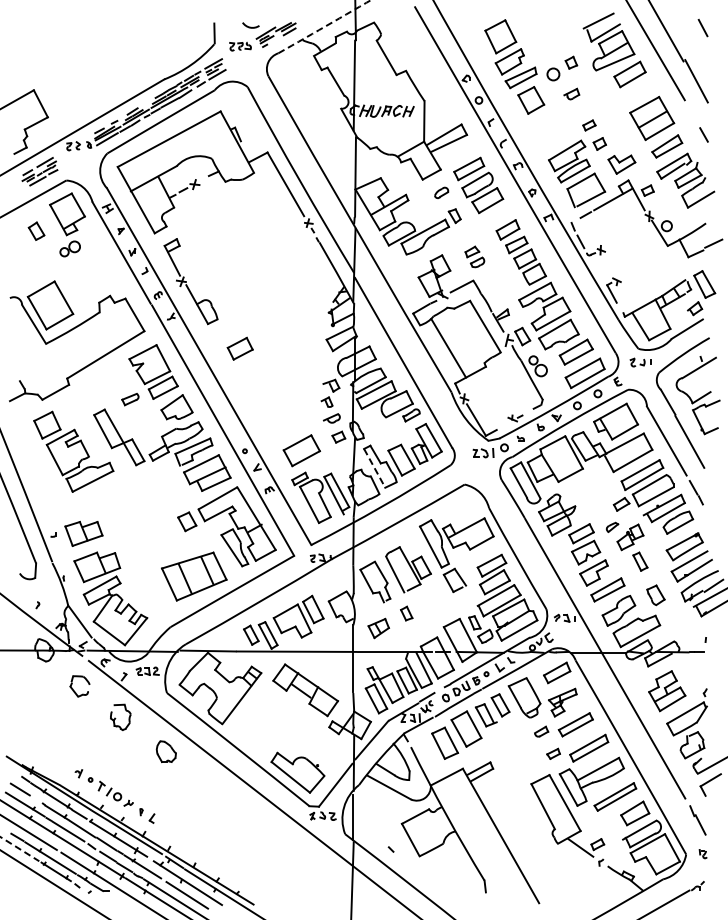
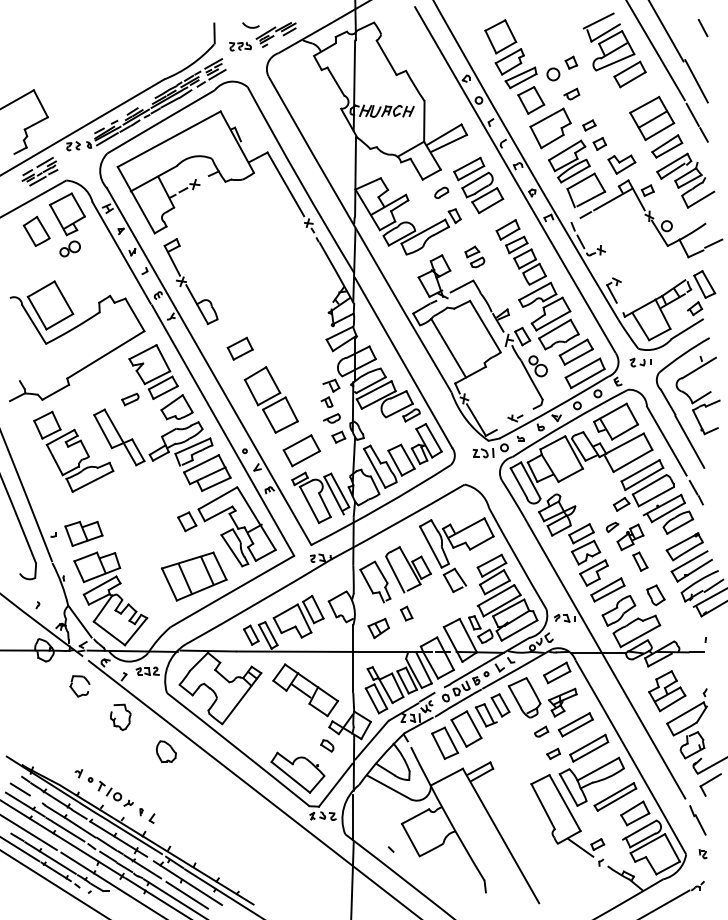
arc at (324, 26): dashed -> solid
line at (692, 114): none -> present
part at (550, 128): none -> present
part at (36, 230) size: 19x20 px -> 29x32 px
part at (270, 399): none -> present
line at (374, 468): dashed -> solid
part at (327, 745): none -> present
line at (19, 849): dashed -> solid
